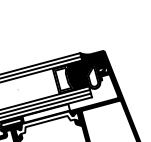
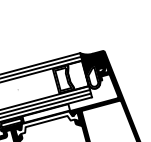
fill at (77, 74): present -> none
